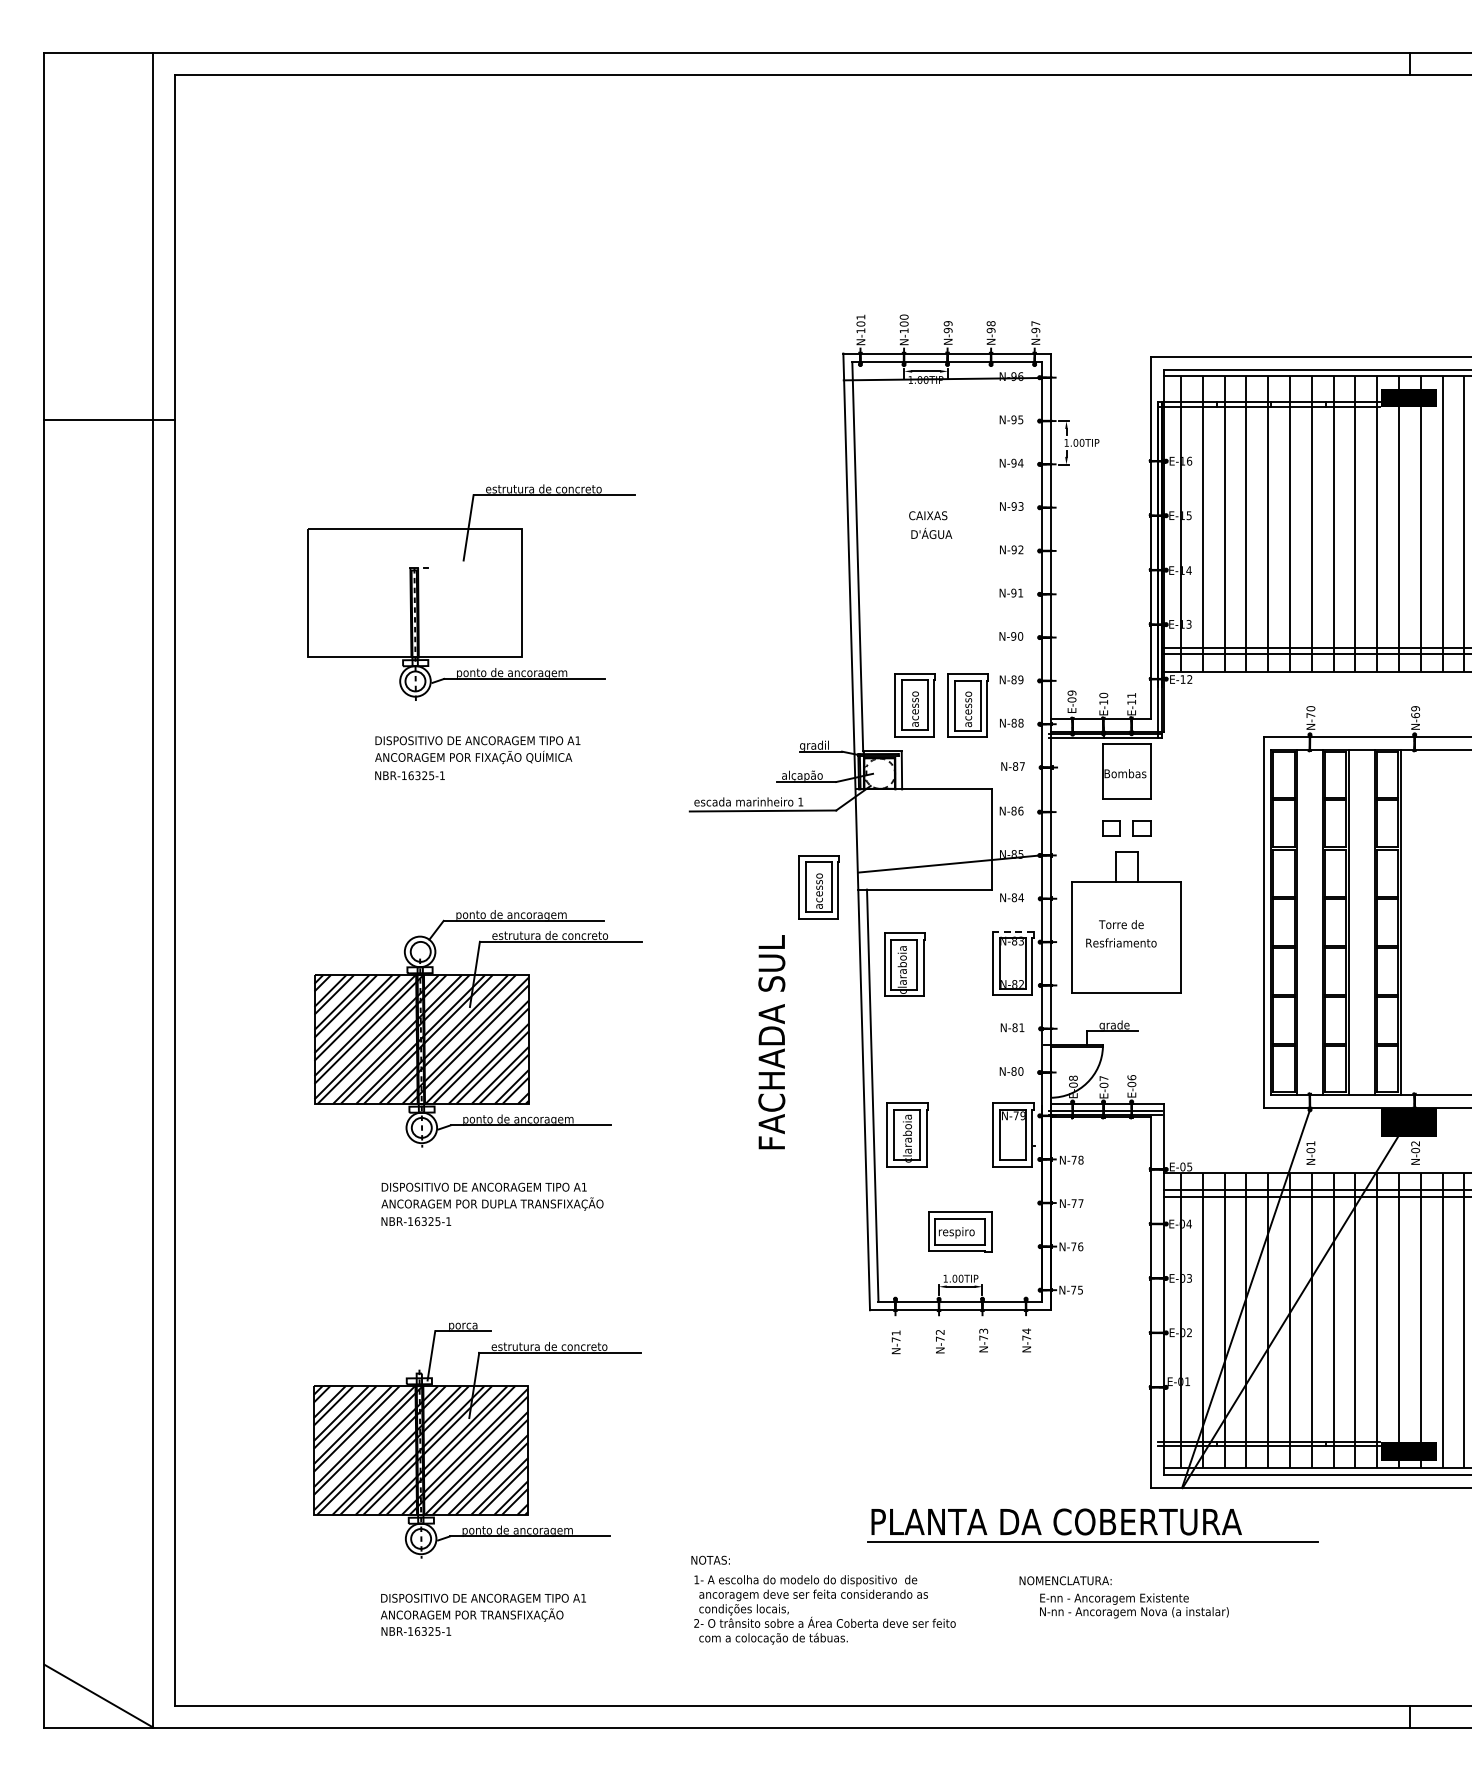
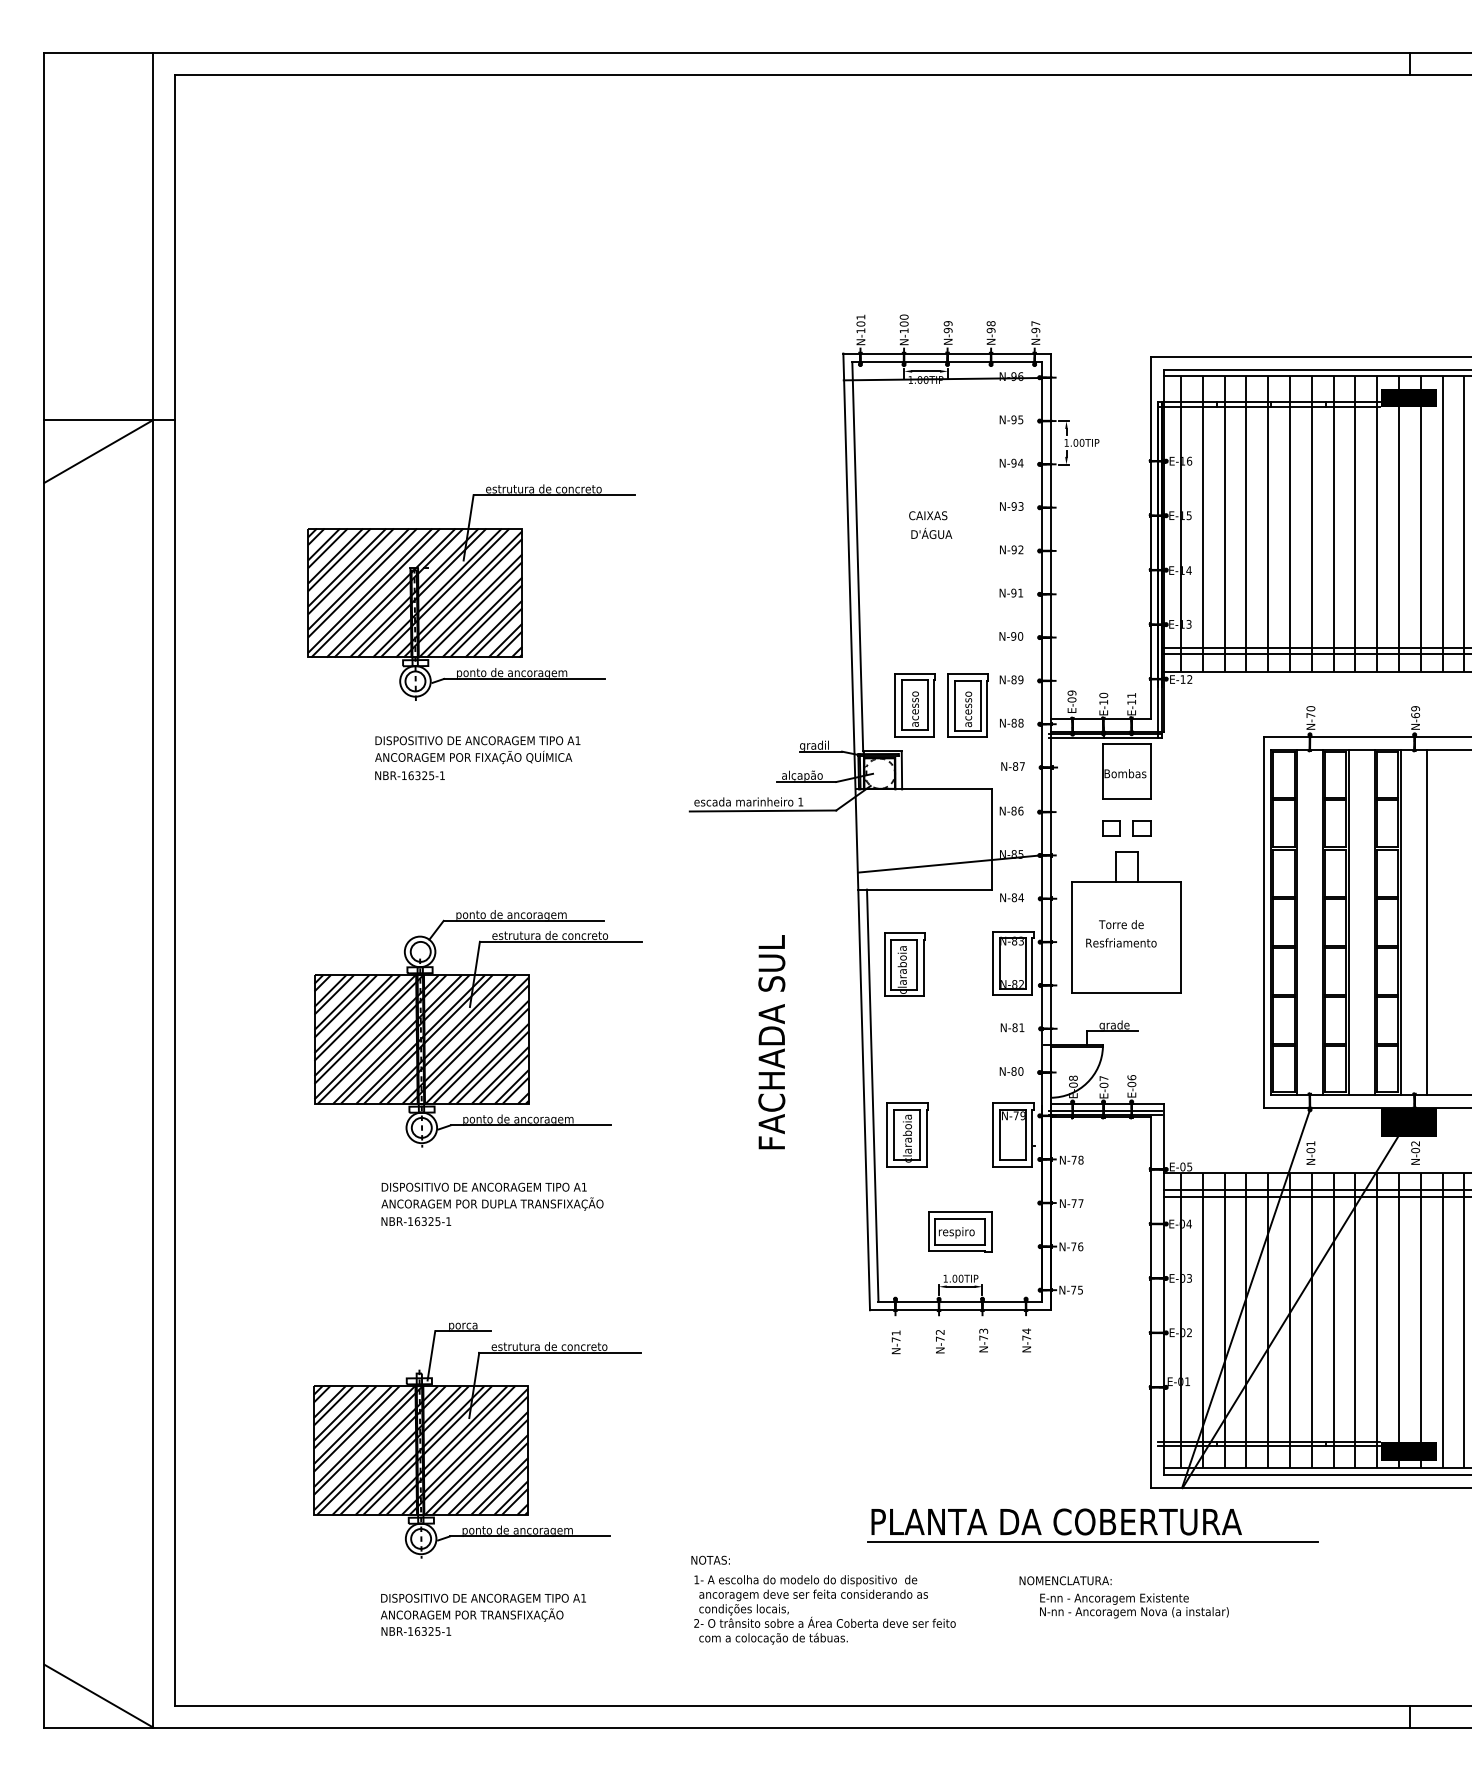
line at (98, 451): none -> present
hatch at (415, 592): none -> present
part at (818, 887): present -> none
line at (1426, 922): none -> present
line at (1012, 931): dashed -> solid
